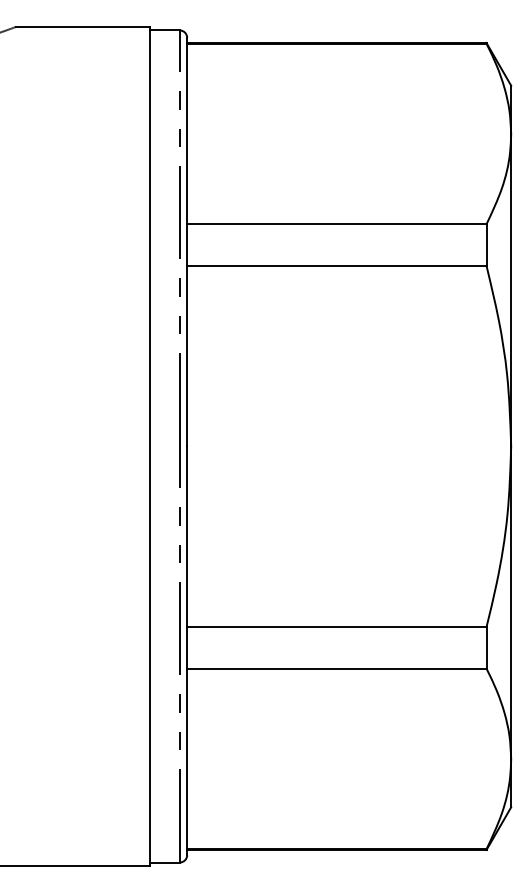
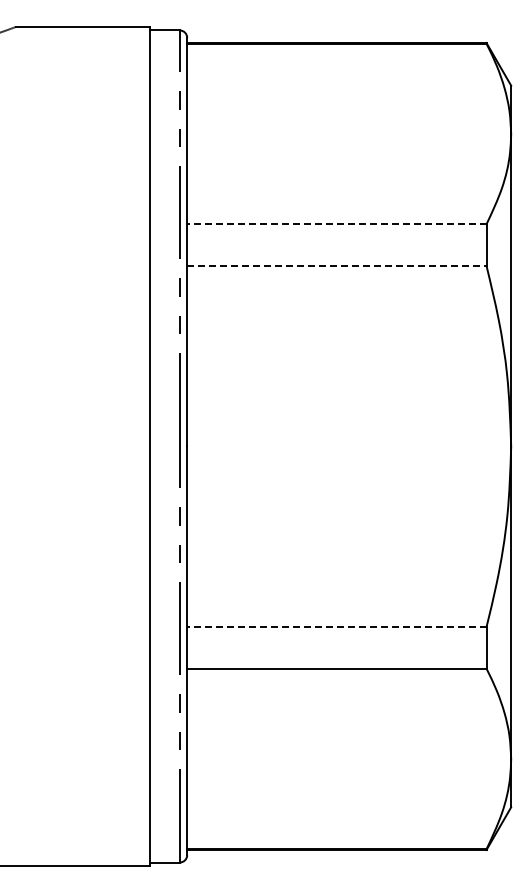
line at (336, 224): solid -> dashed
line at (336, 265): solid -> dashed
line at (336, 627): solid -> dashed
